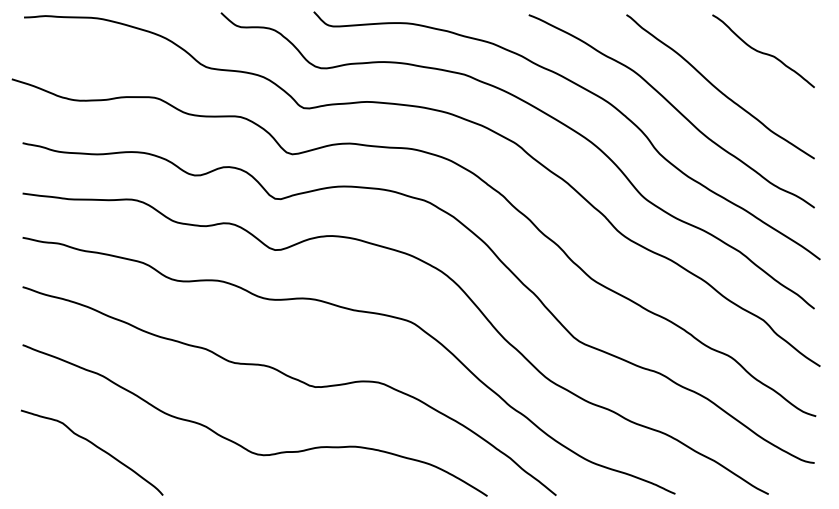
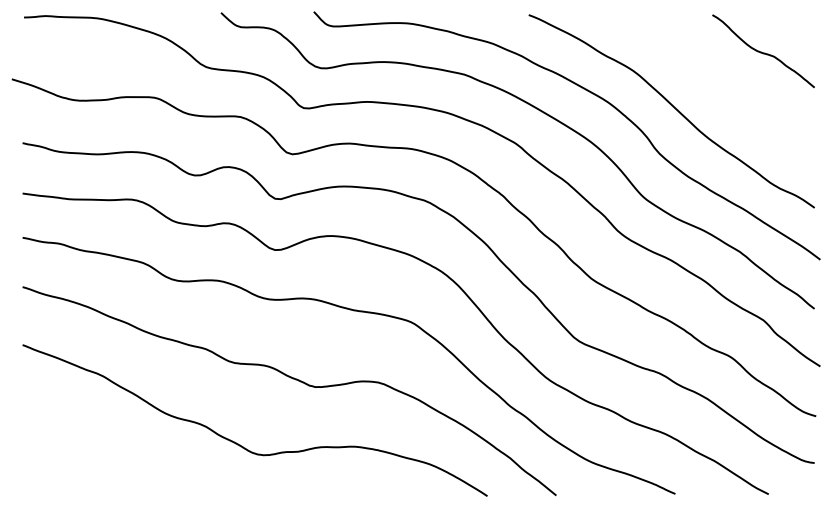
curve at (718, 88): present -> none
curve at (94, 446): present -> none
